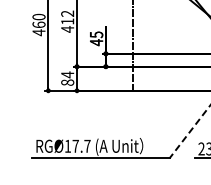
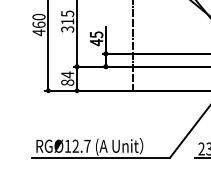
text at (67, 21): 412 -> 315
line at (190, 131): dashed -> solid
text at (75, 145): RGØ17.7 -> RGØ12.7
